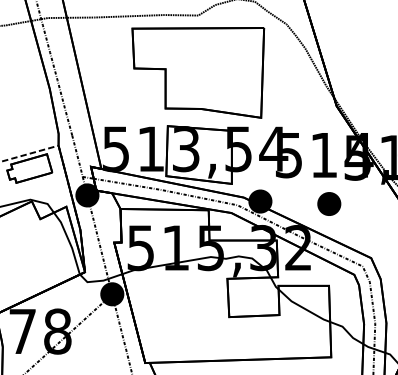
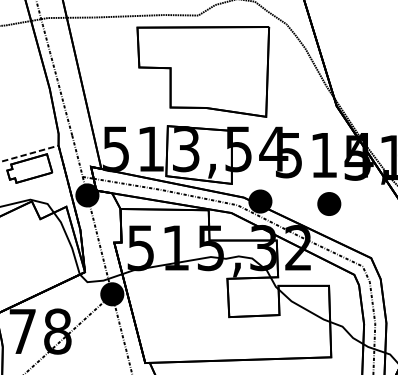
part at (198, 72) position: (198, 72) -> (203, 71)
